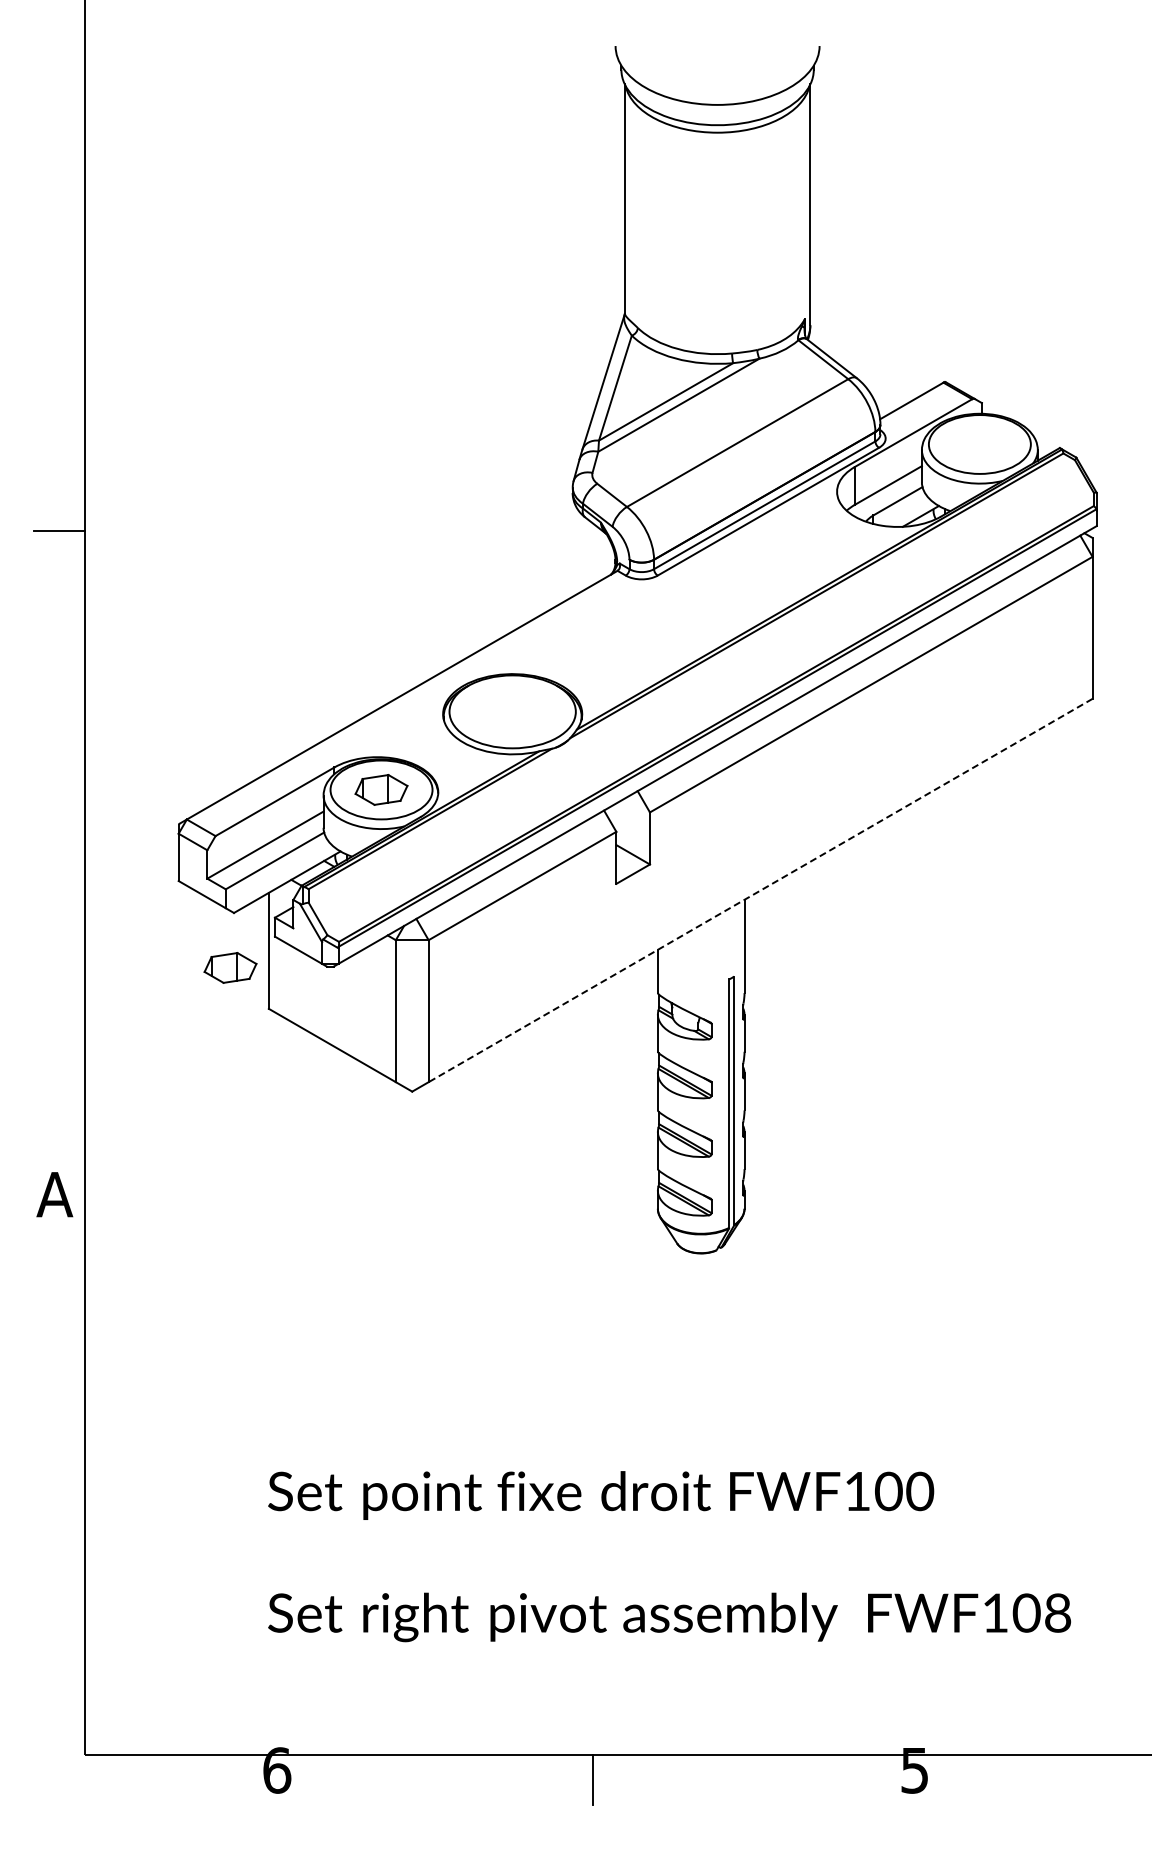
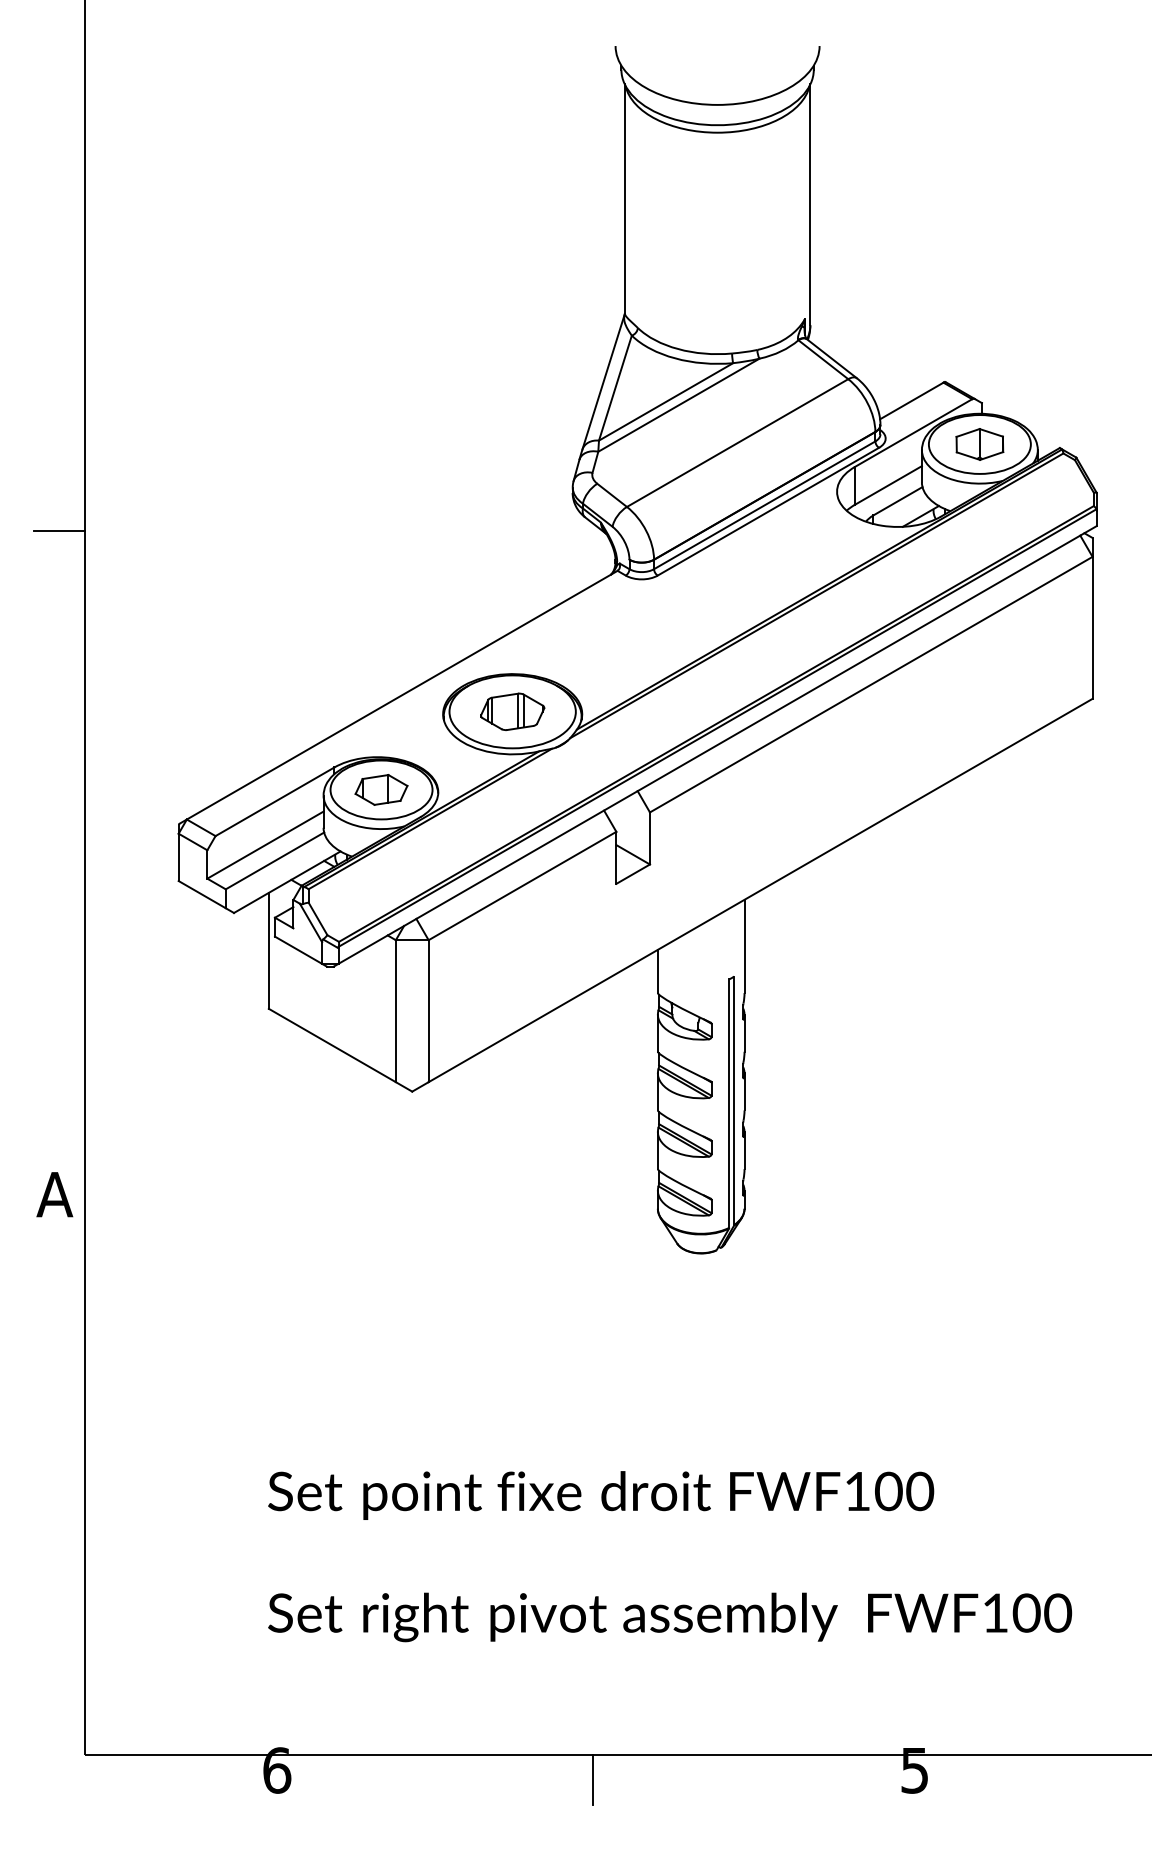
part at (979, 444): none -> present
part at (512, 711): none -> present
line at (760, 890): dashed -> solid
part at (230, 967): present -> none
text at (1058, 1613): FWF108 -> FWF100
